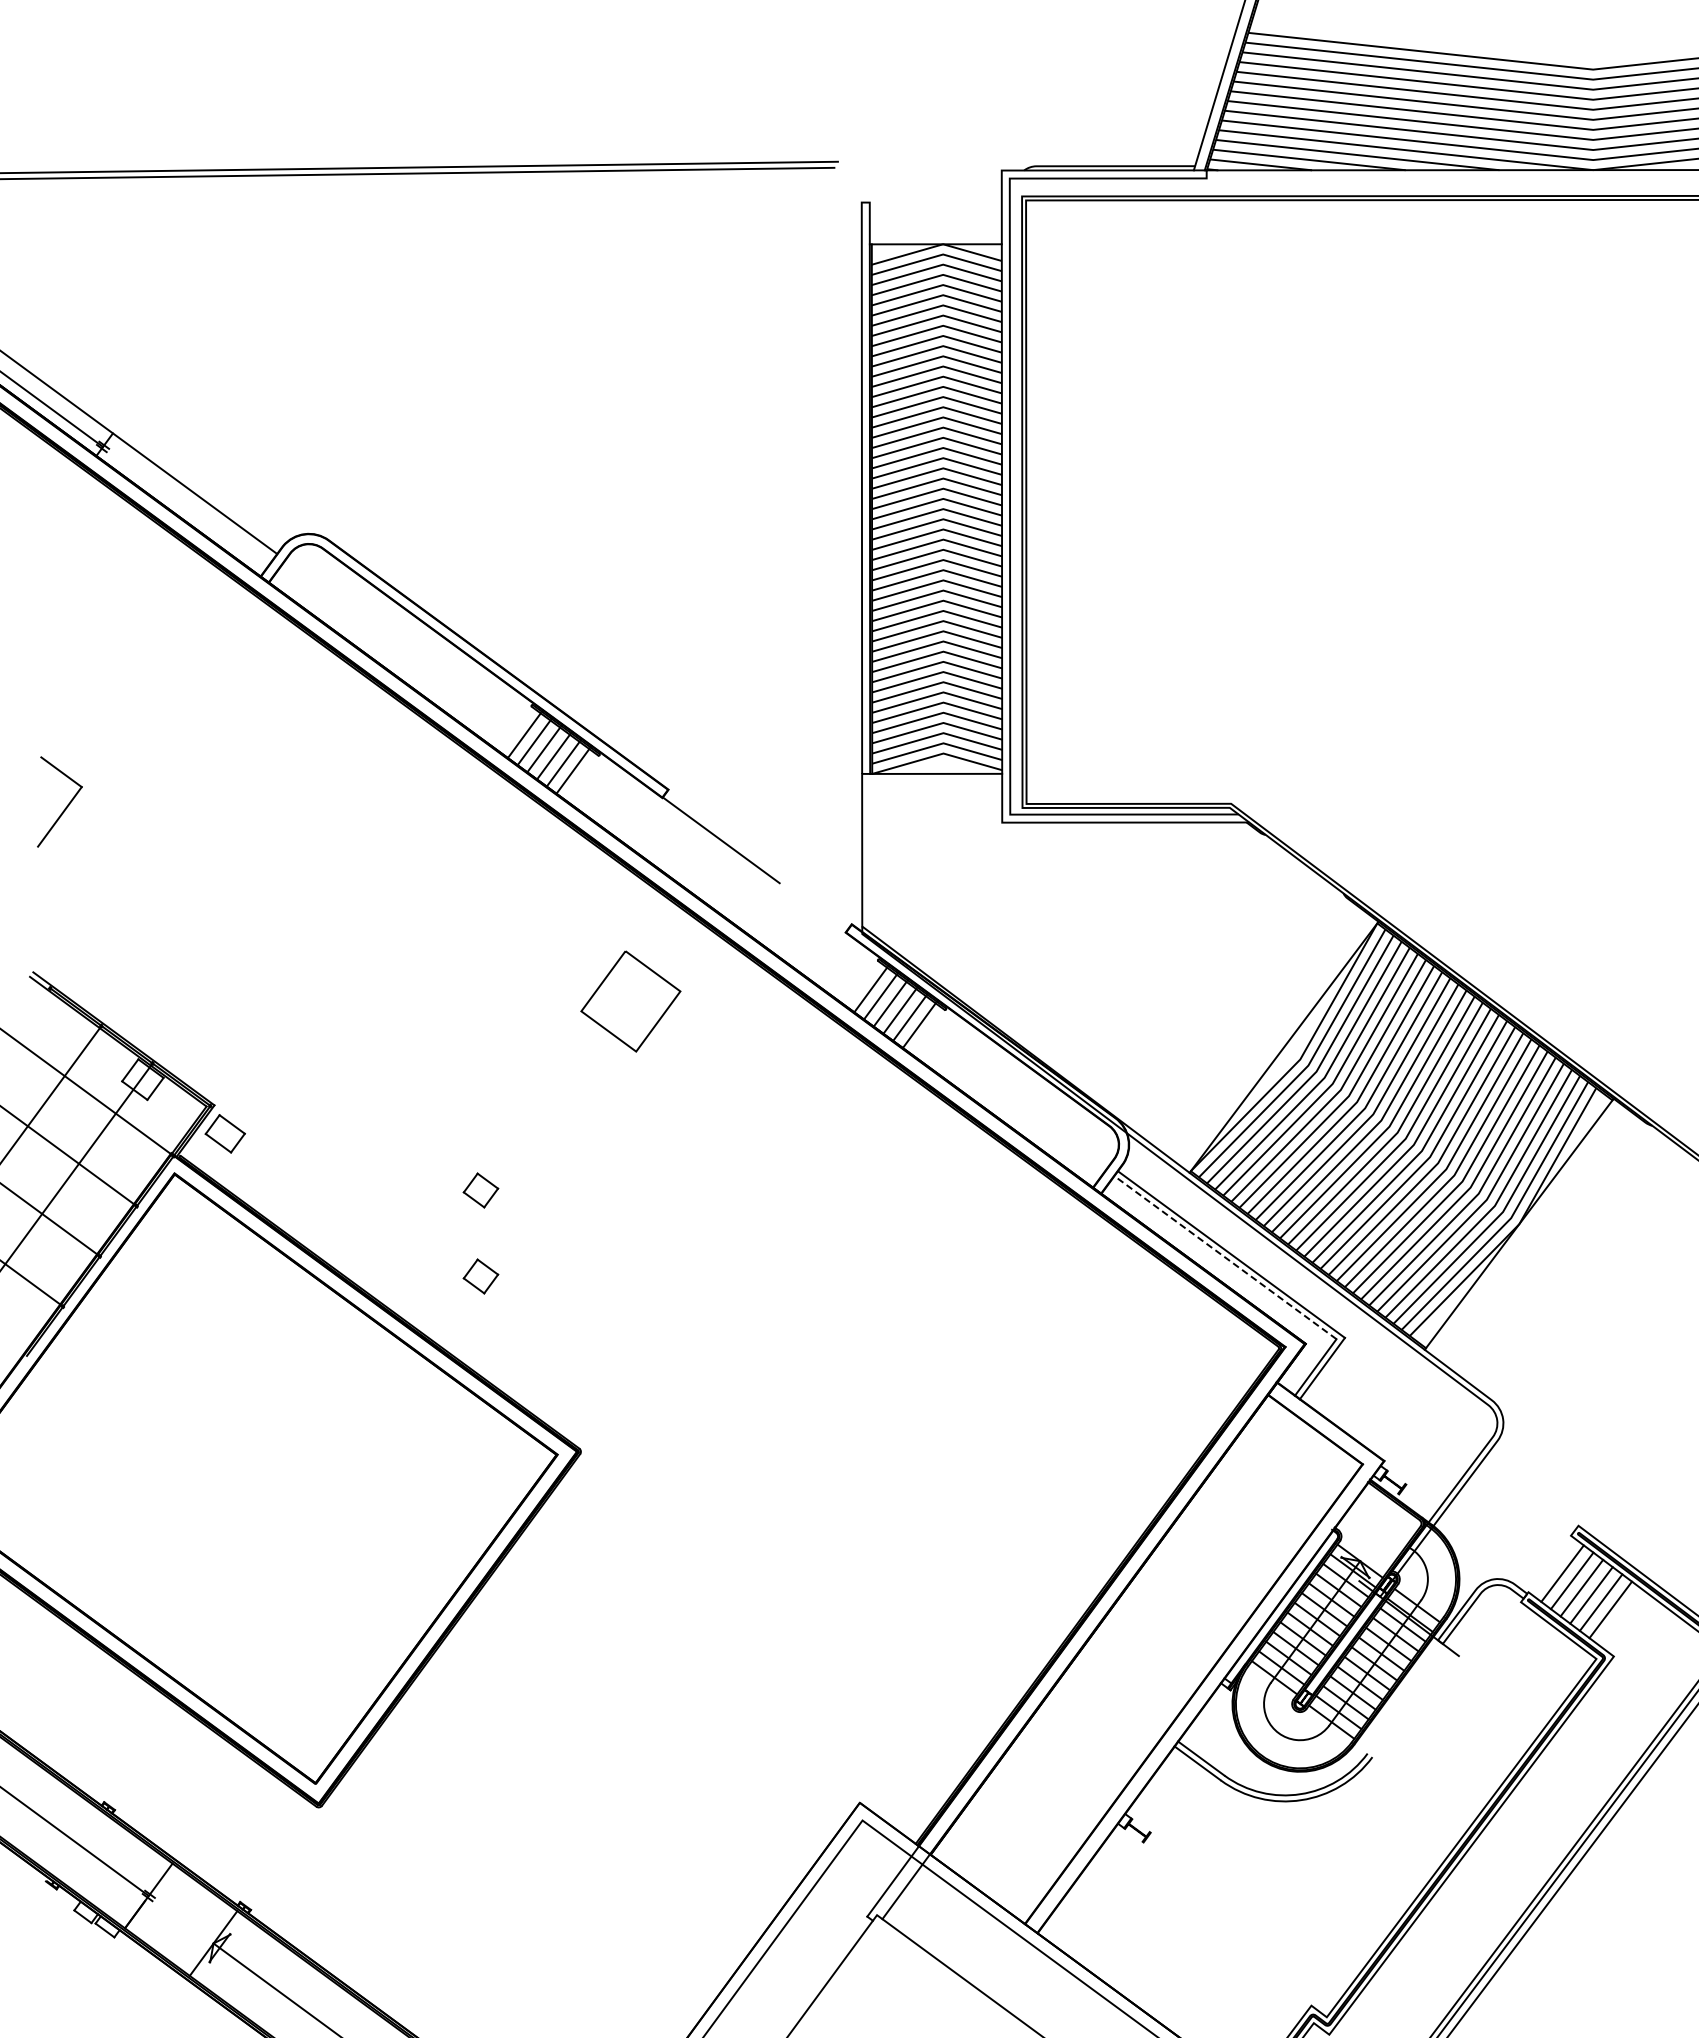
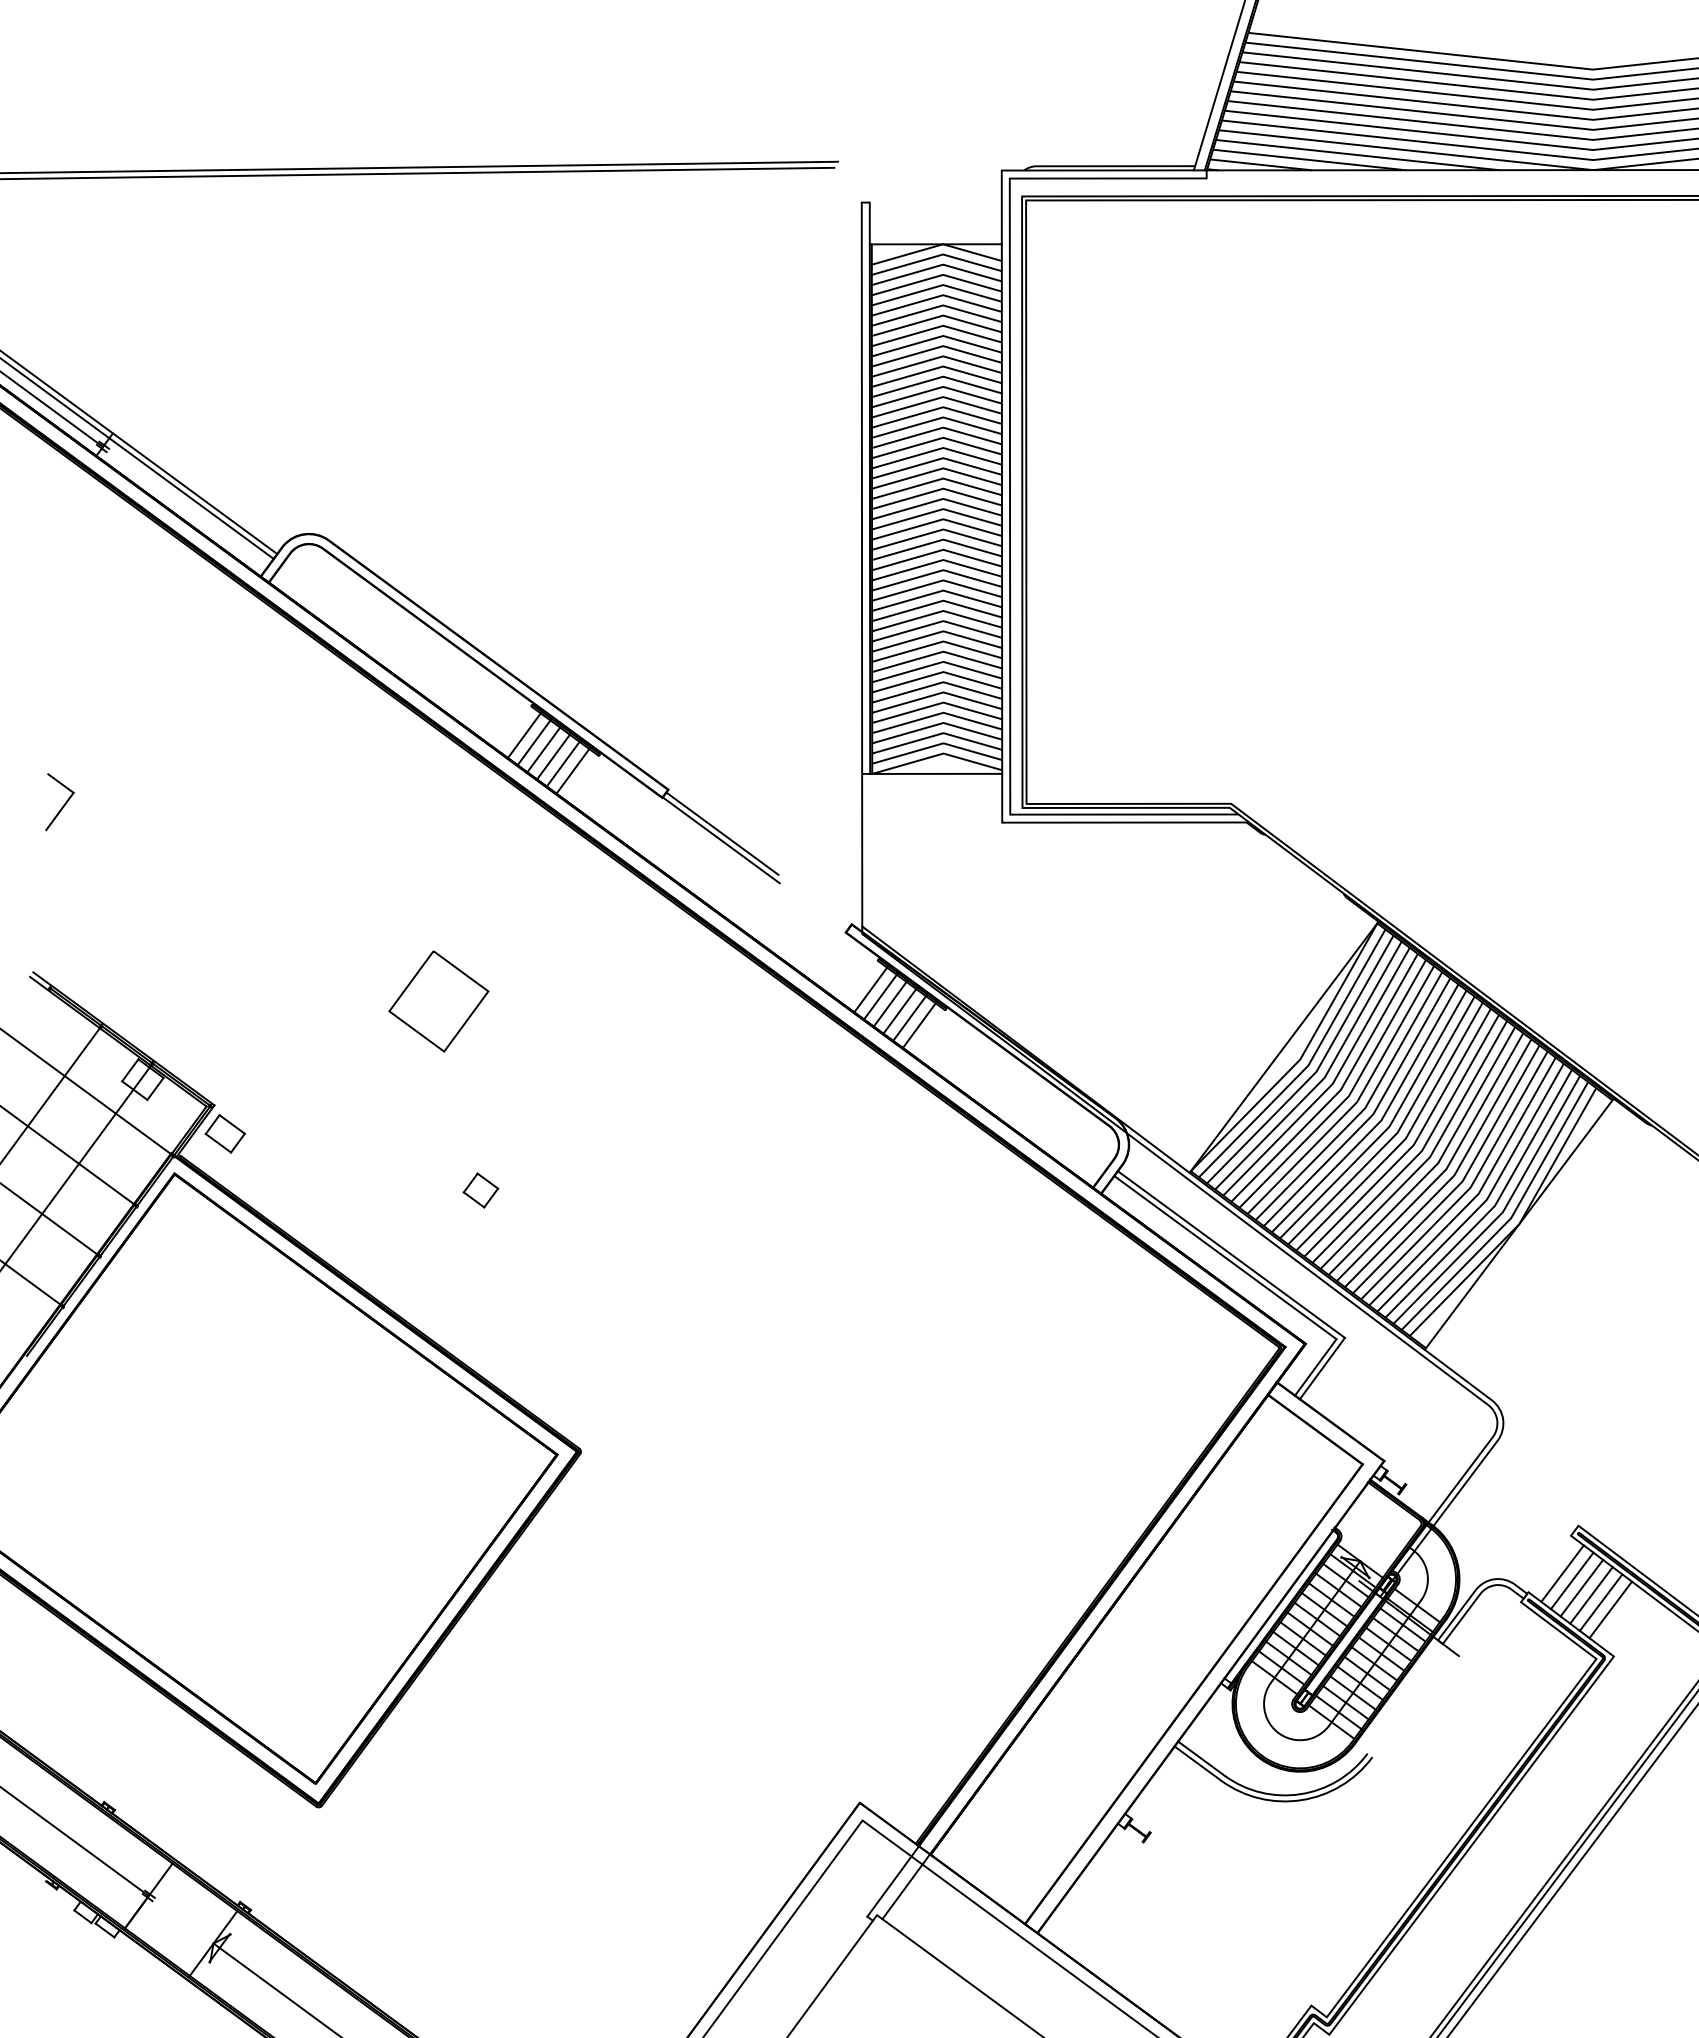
line at (137, 458): none -> present
part at (59, 801) size: 46x92 px -> 30x59 px
line at (722, 833): none -> present
part at (630, 1001) position: (630, 1001) -> (438, 1001)
line at (1225, 1257): dashed -> solid
part at (480, 1276): present -> none
